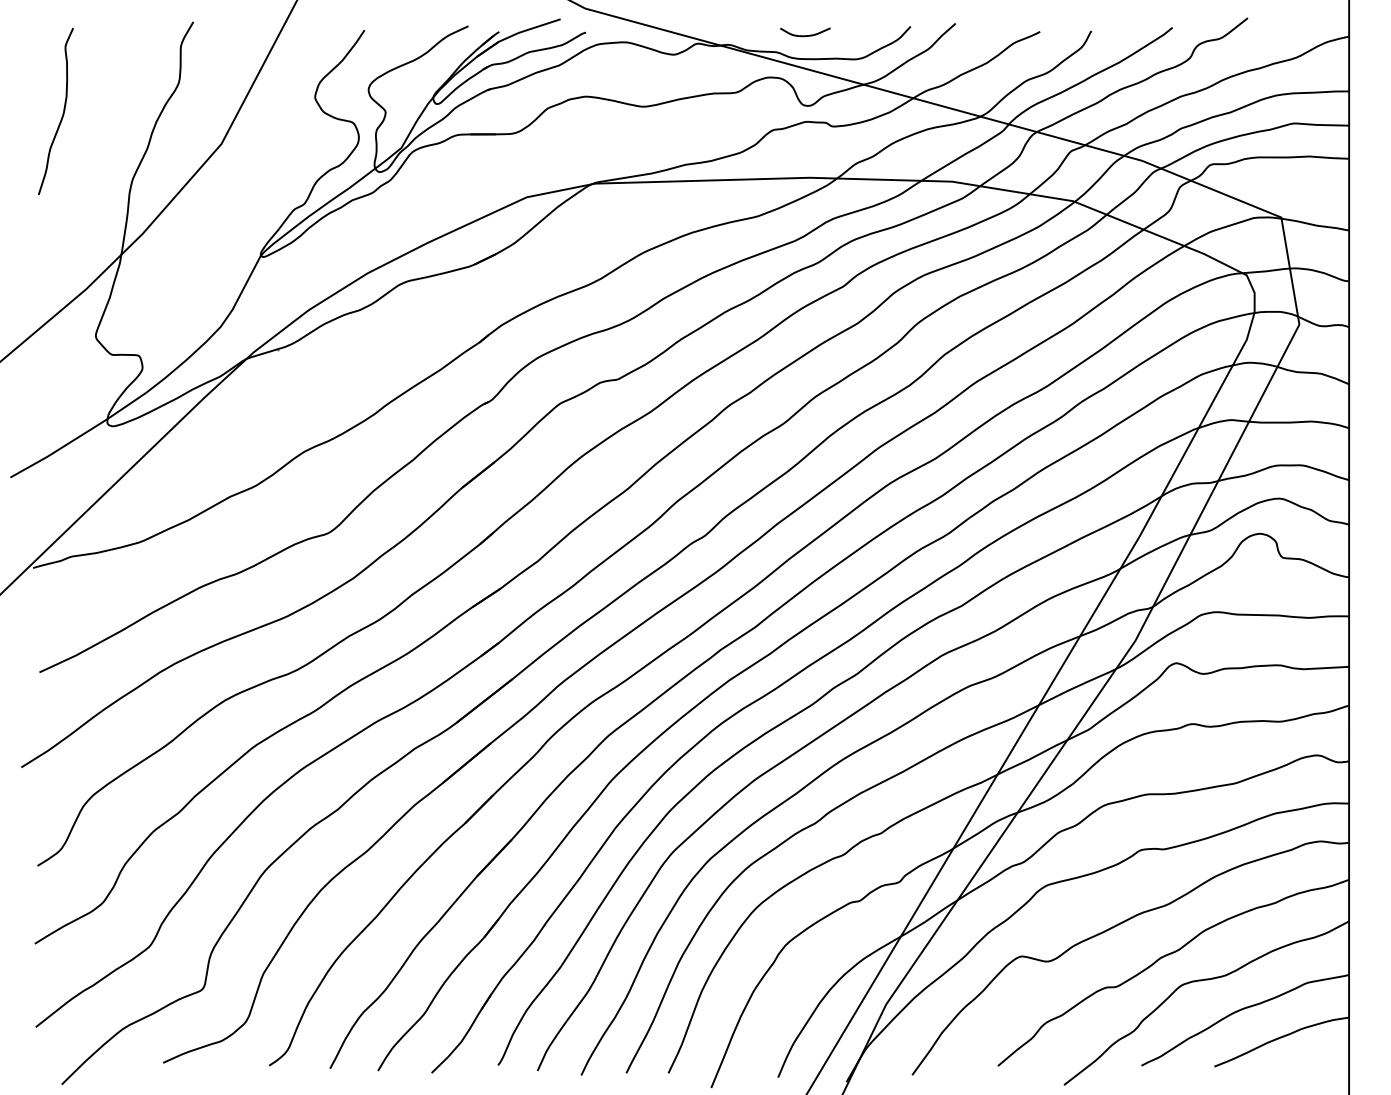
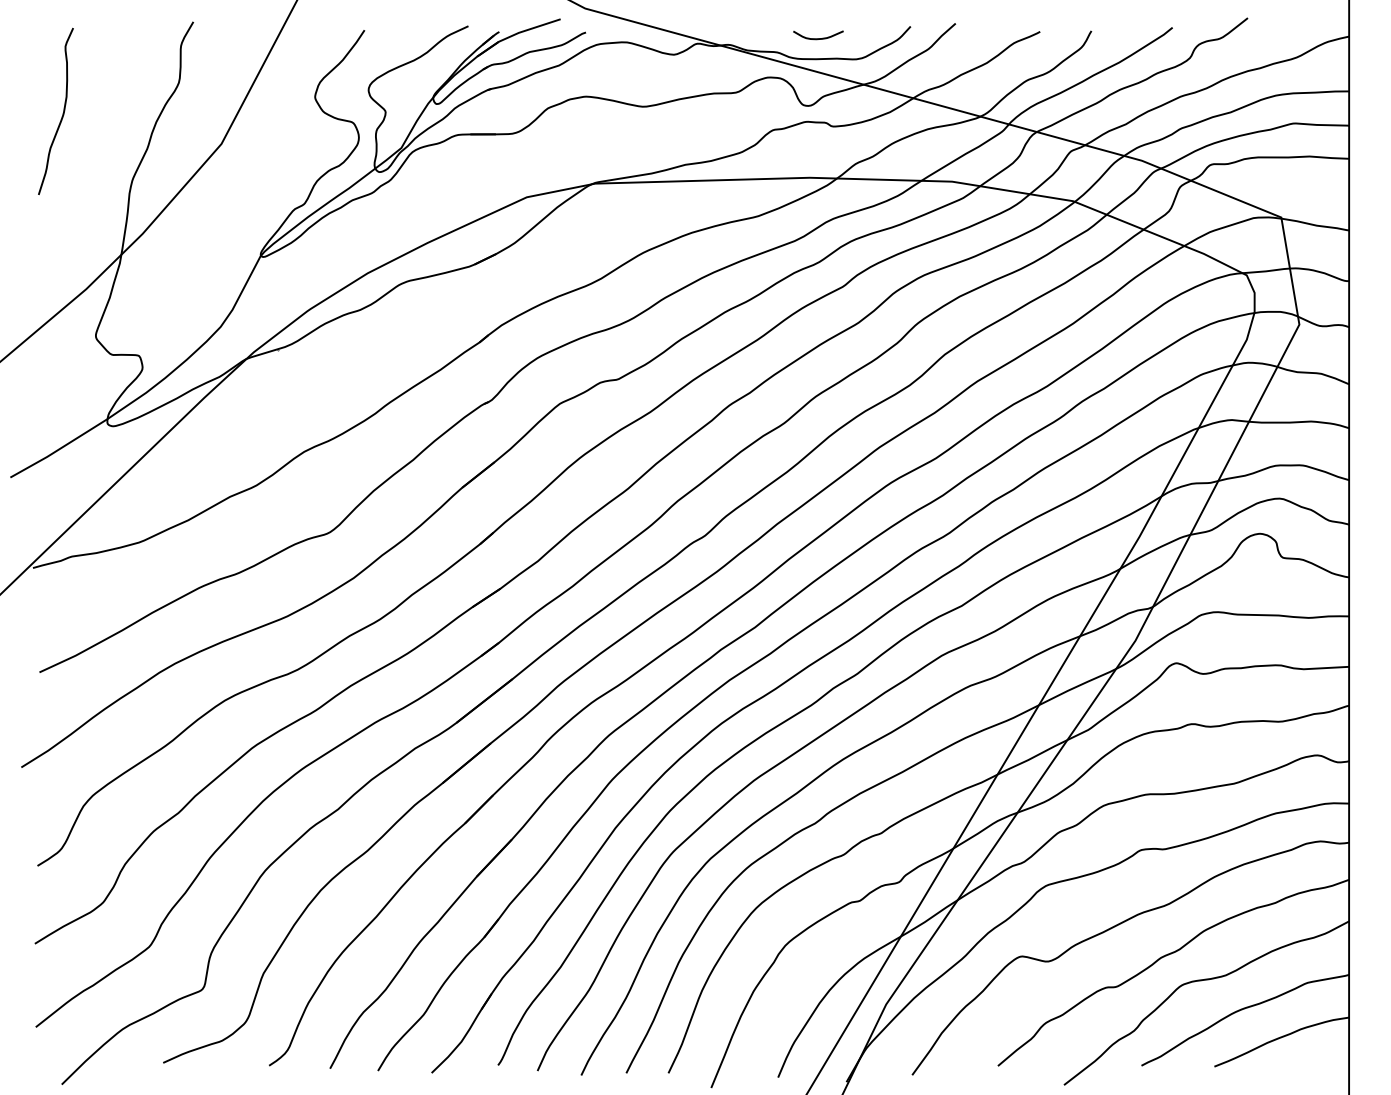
curve at (805, 35) position: (805, 35) -> (818, 38)
